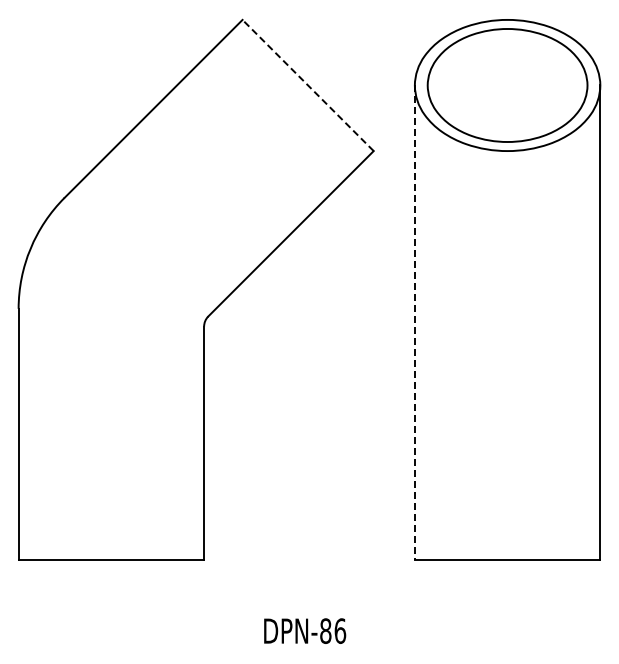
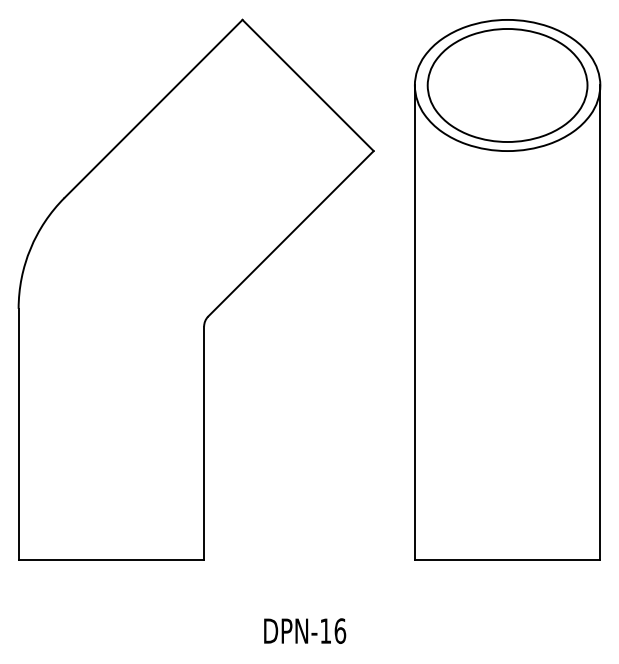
line at (308, 85): dashed -> solid
line at (414, 323): dashed -> solid
text at (325, 630): DPN-86 -> DPN-16
